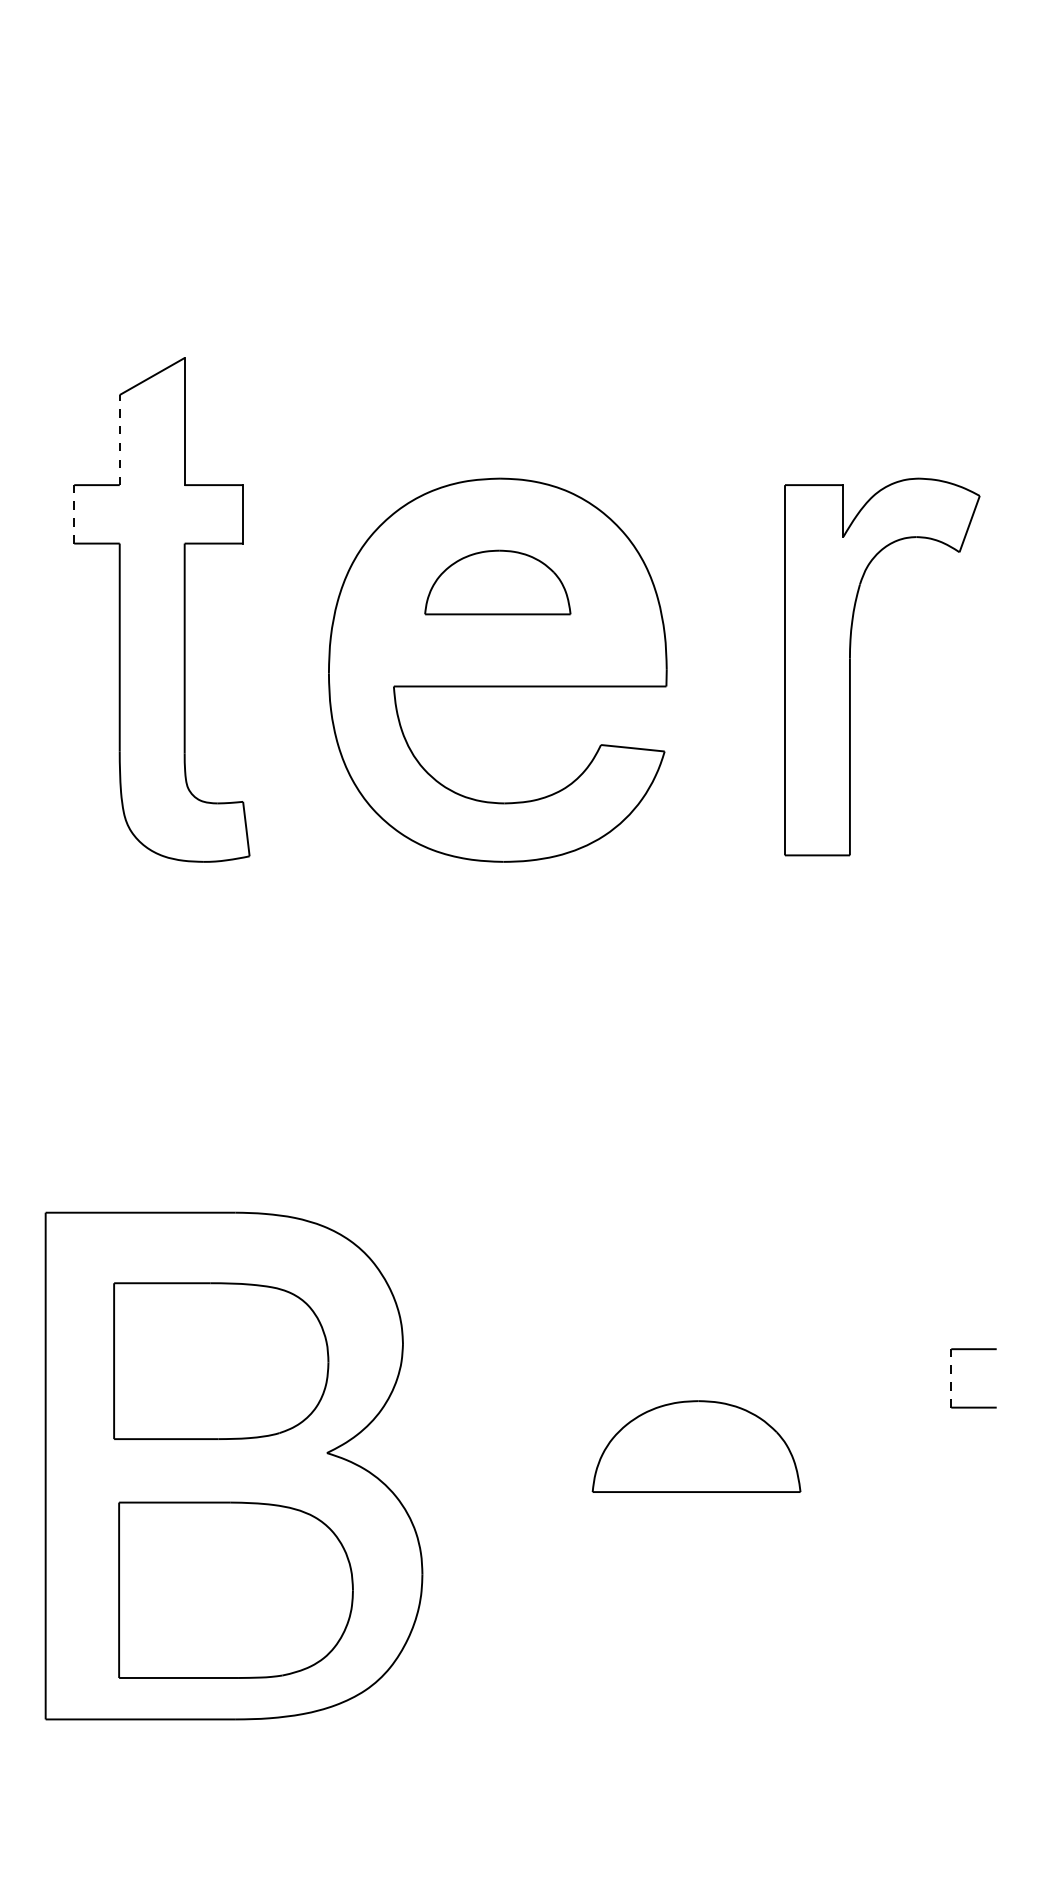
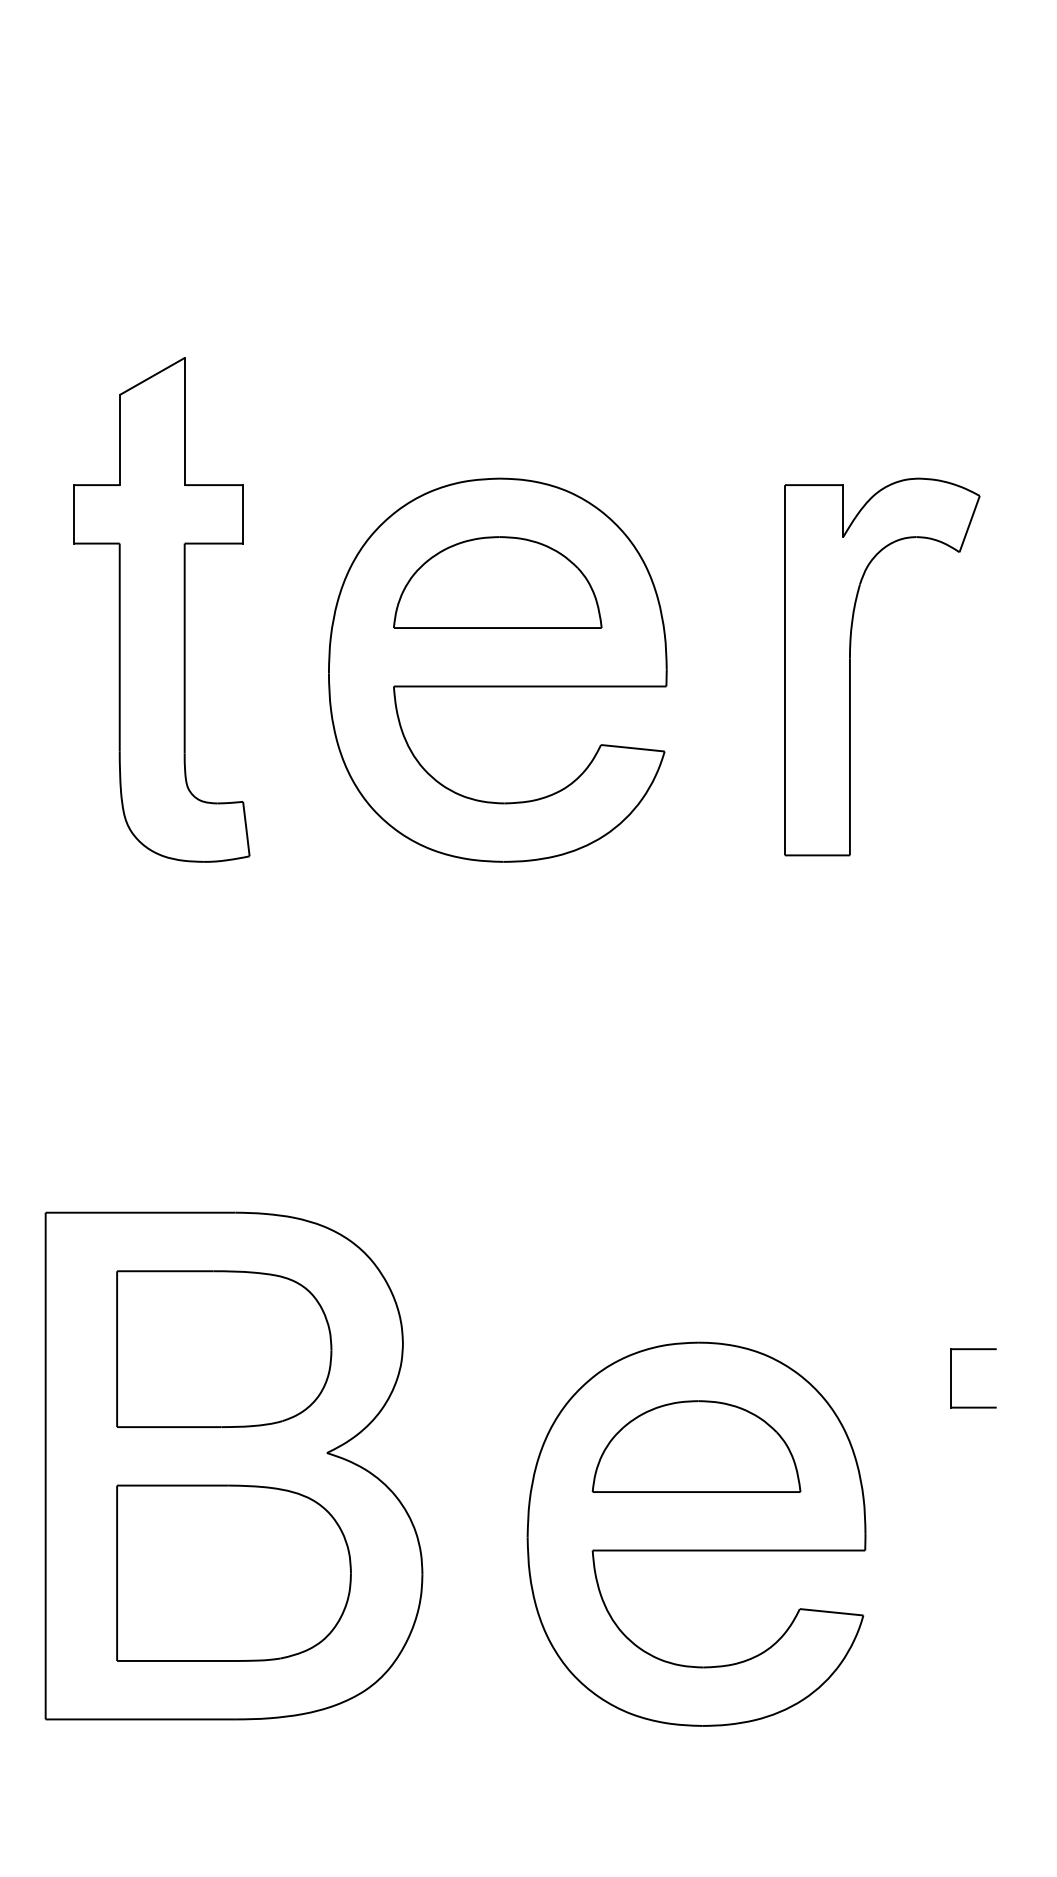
line at (119, 439): dashed -> solid
line at (74, 513): dashed -> solid
part at (497, 582) size: 148x67 px -> 210x93 px
part at (221, 1360) position: (221, 1360) -> (224, 1348)
line at (951, 1377): dashed -> solid
part at (696, 1533): none -> present
part at (235, 1589) position: (235, 1589) -> (233, 1572)
